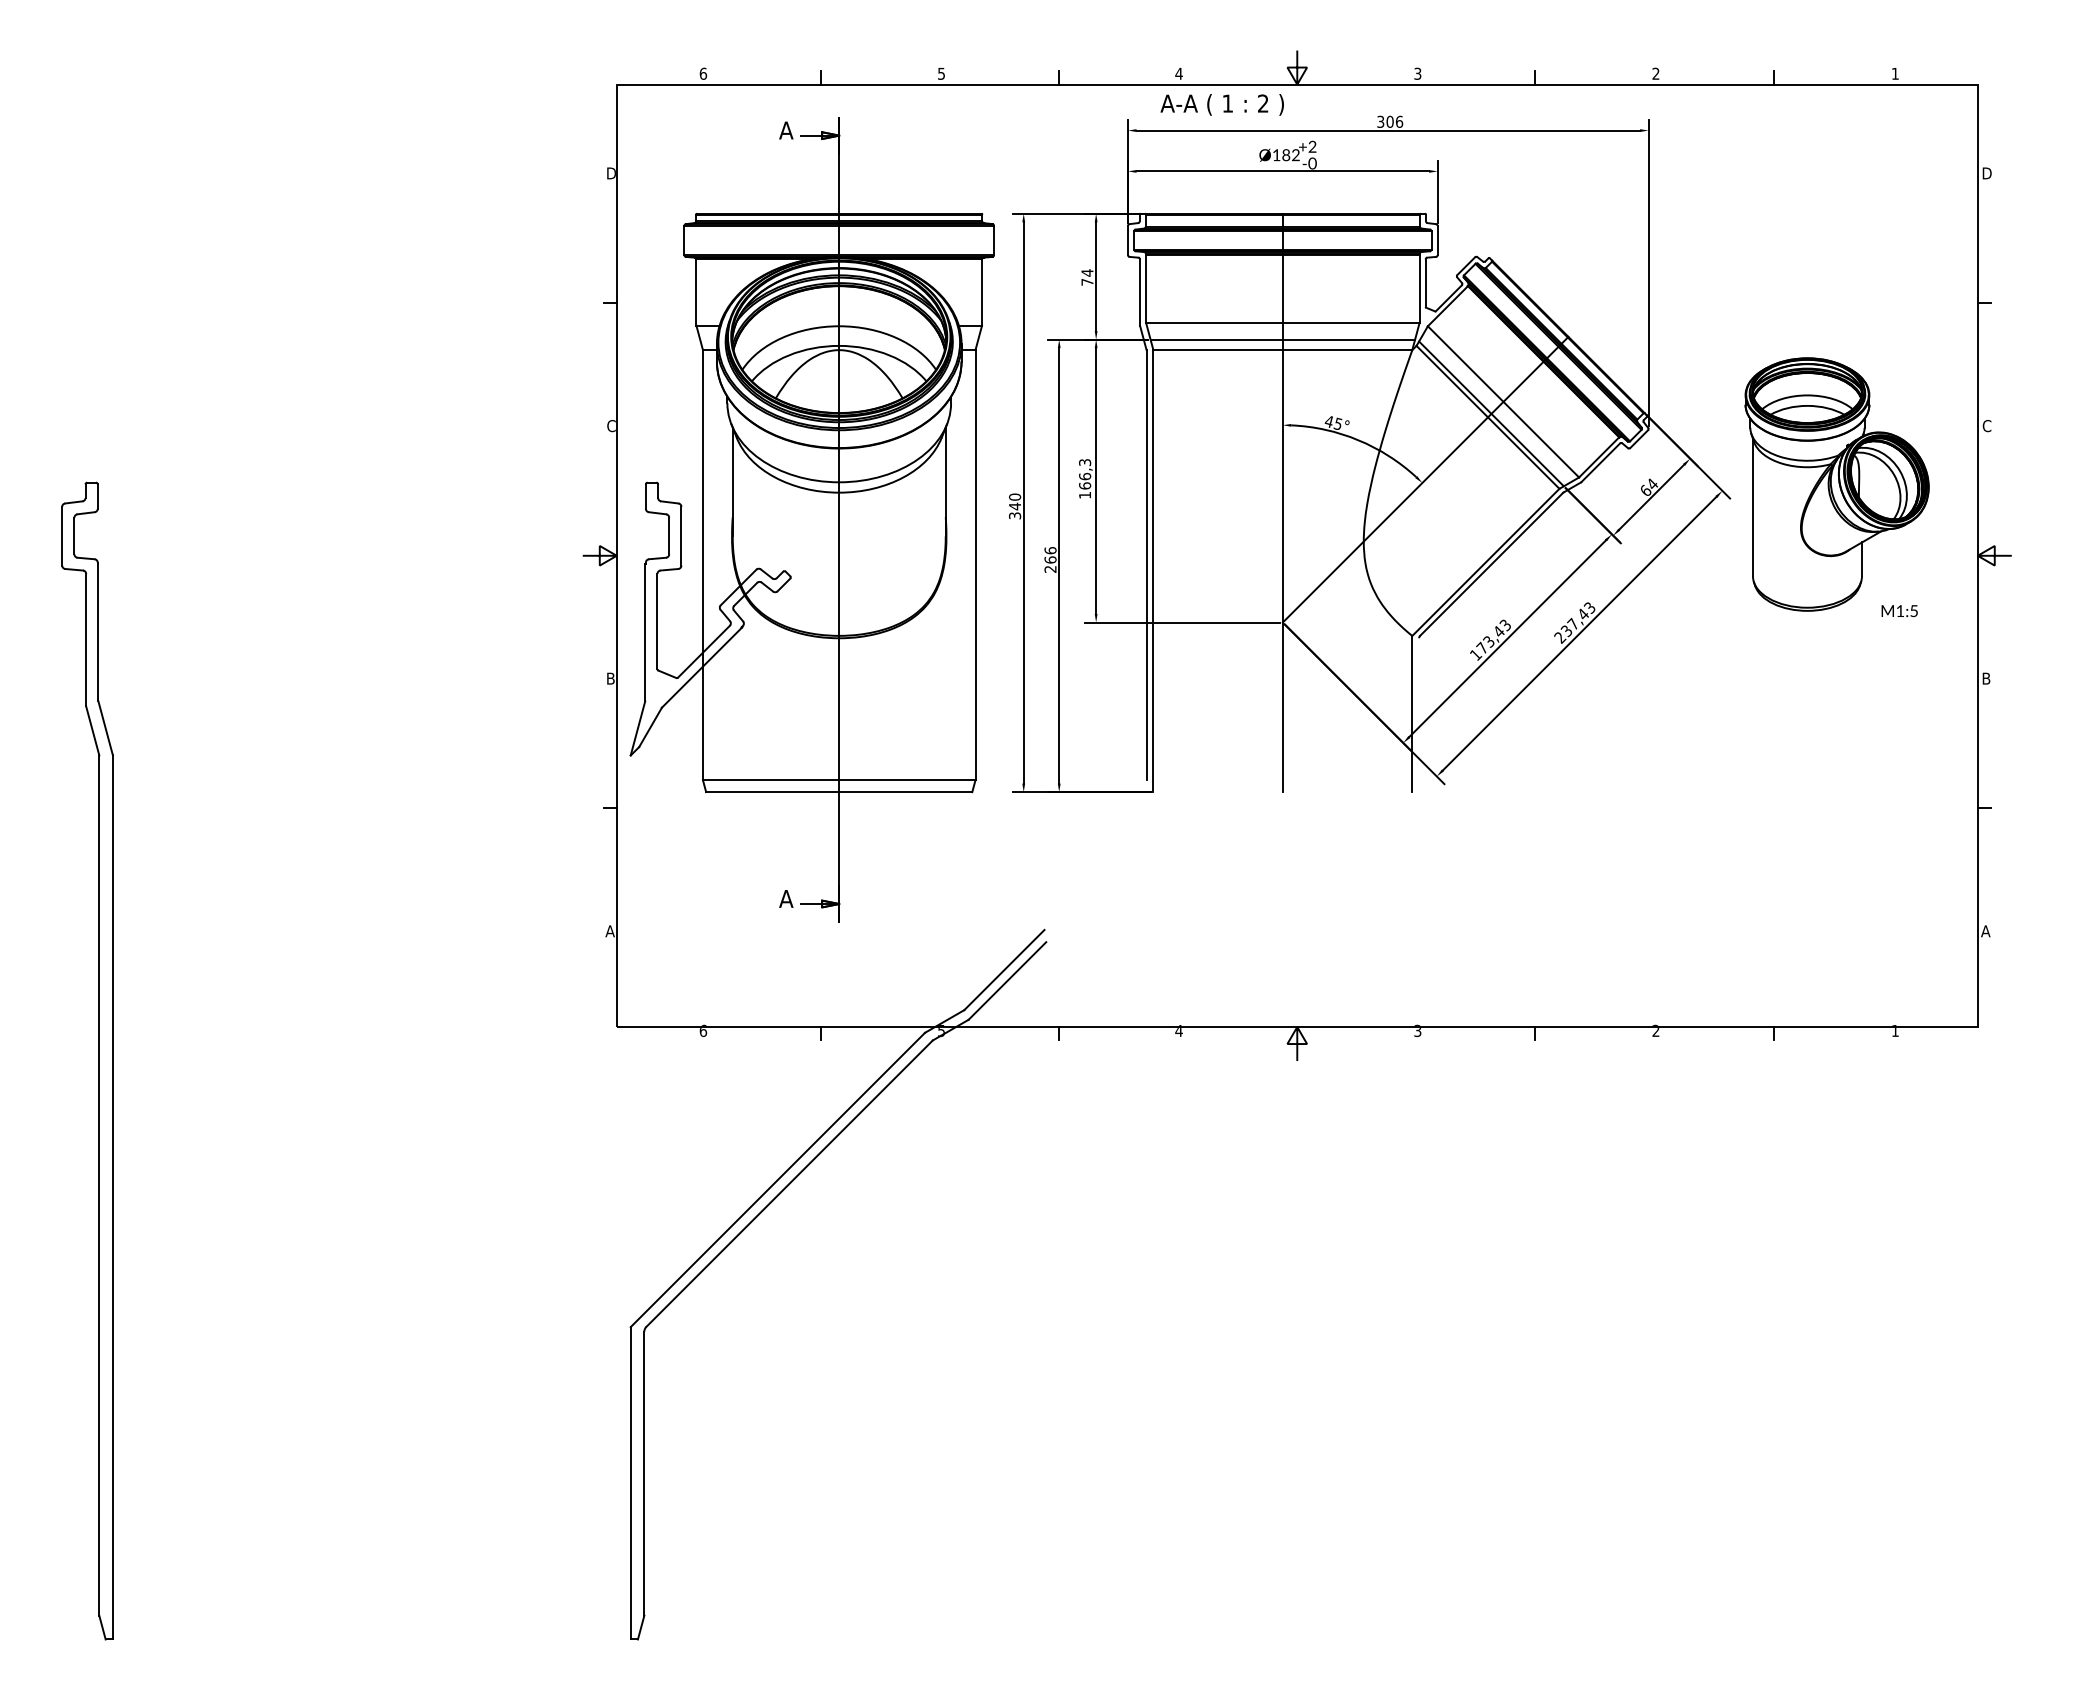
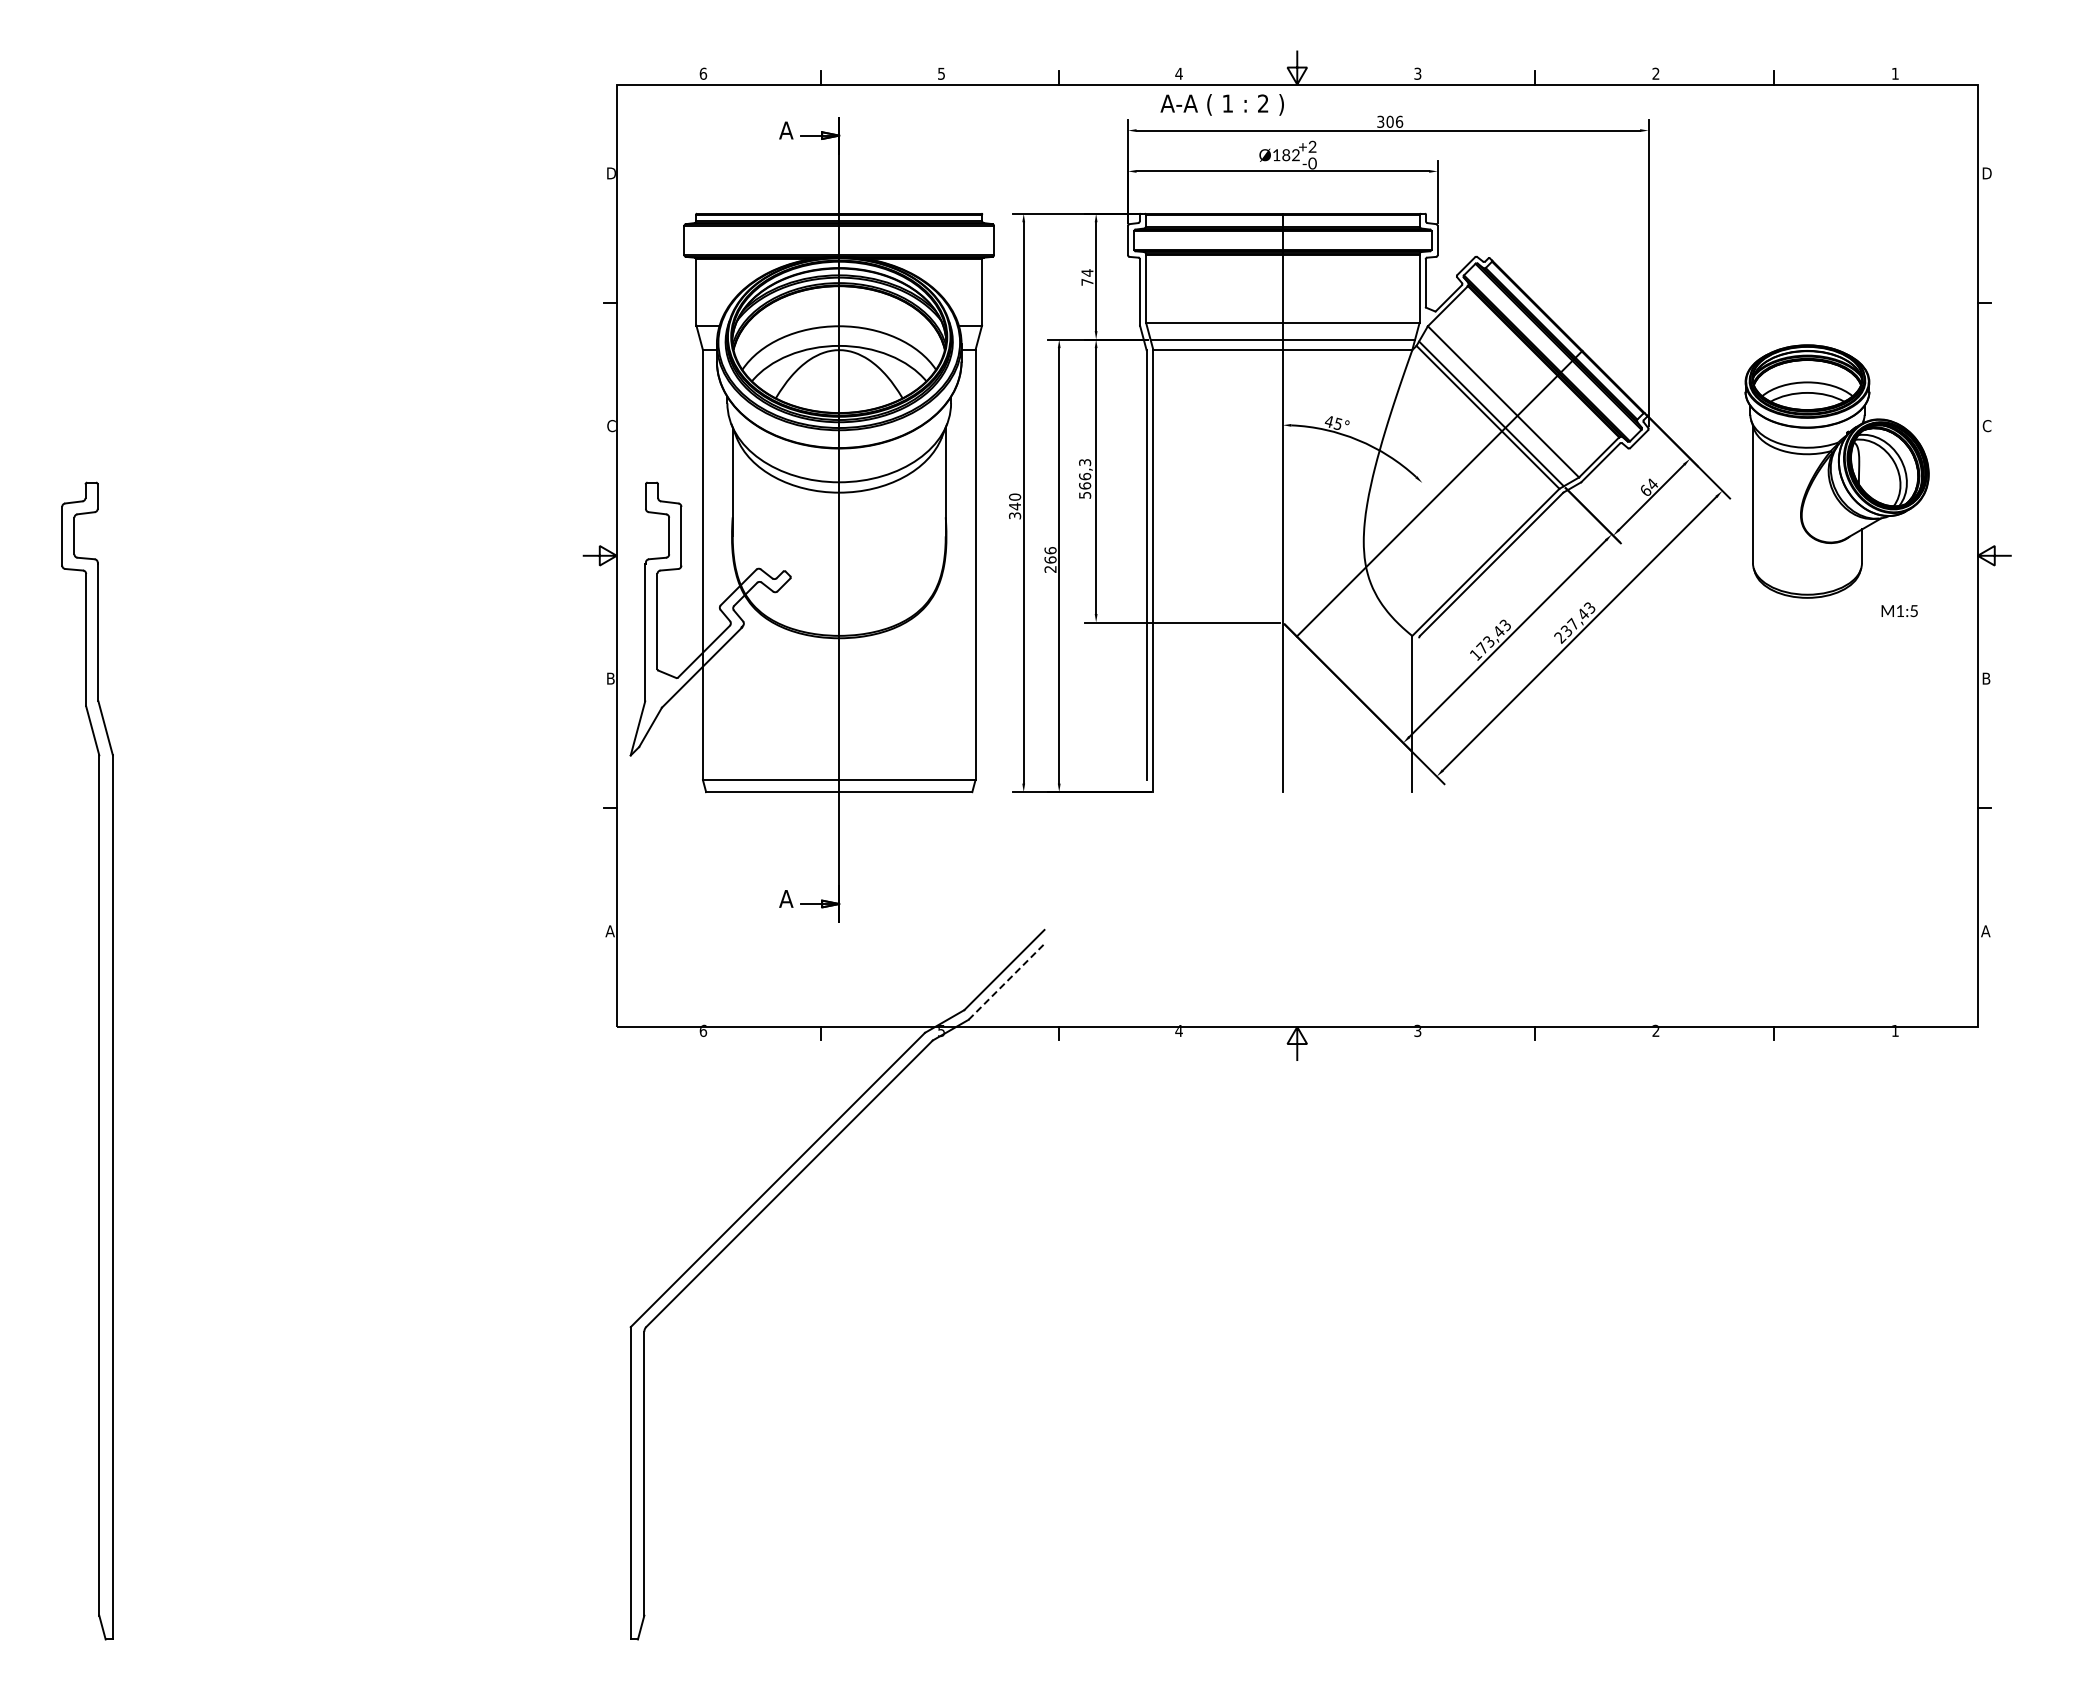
line at (1425, 479) position: (1425, 479) -> (1439, 493)
part at (1836, 484) position: (1836, 484) -> (1836, 471)
text at (1085, 495): 166,3 -> 566,3
line at (1007, 980): solid -> dashed
